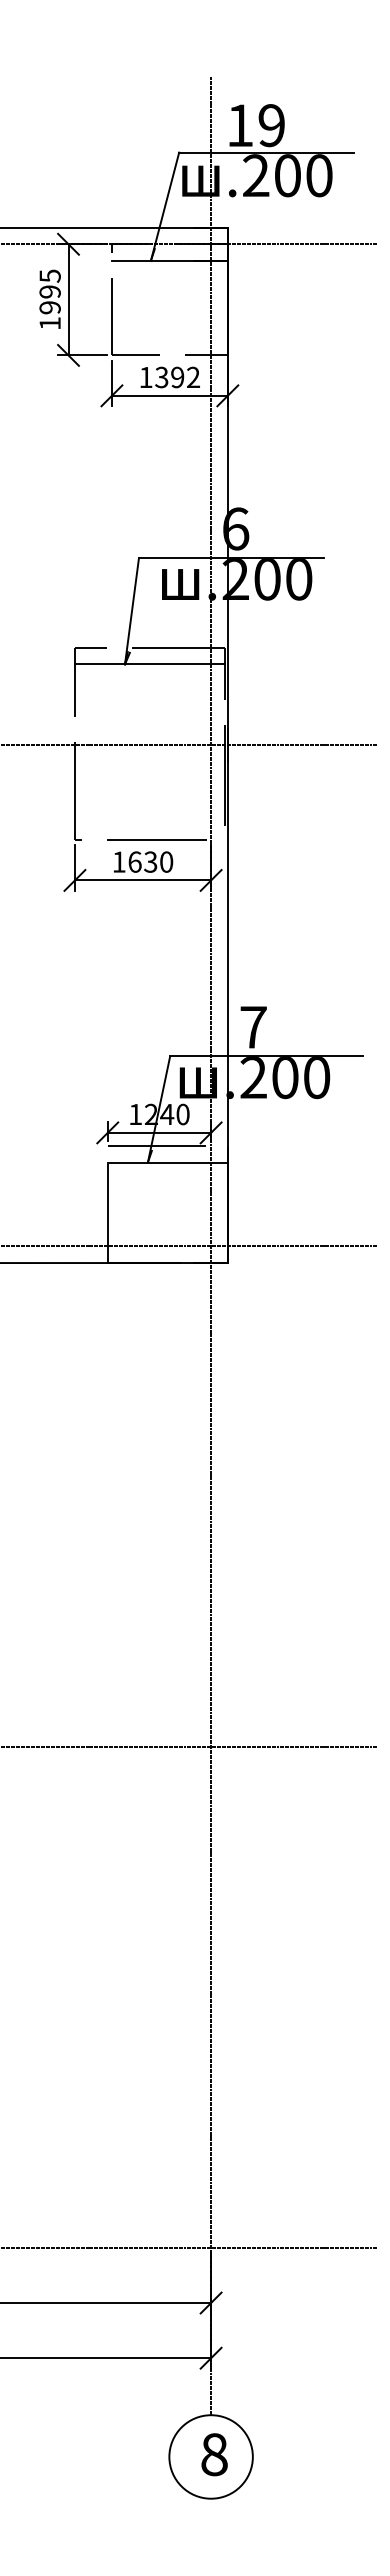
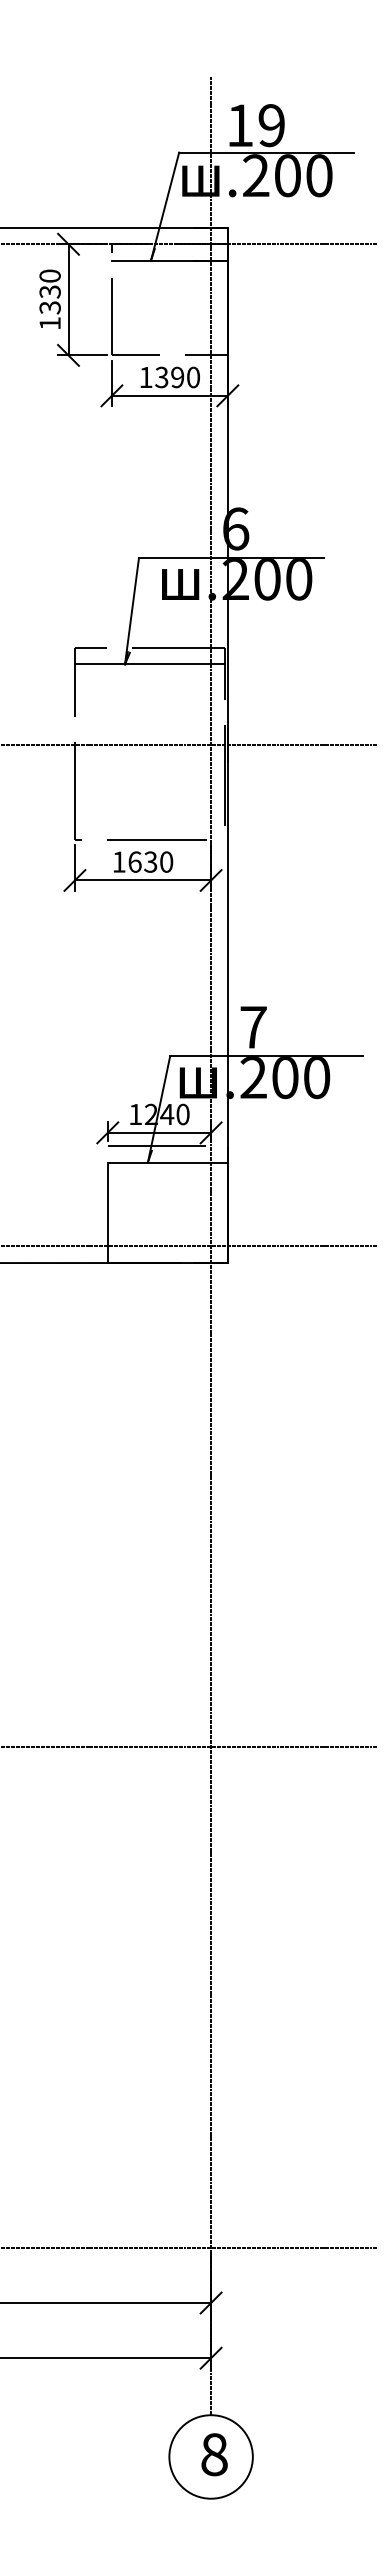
text at (49, 291): 1995 -> 1330
text at (193, 377): 1392 -> 1390
